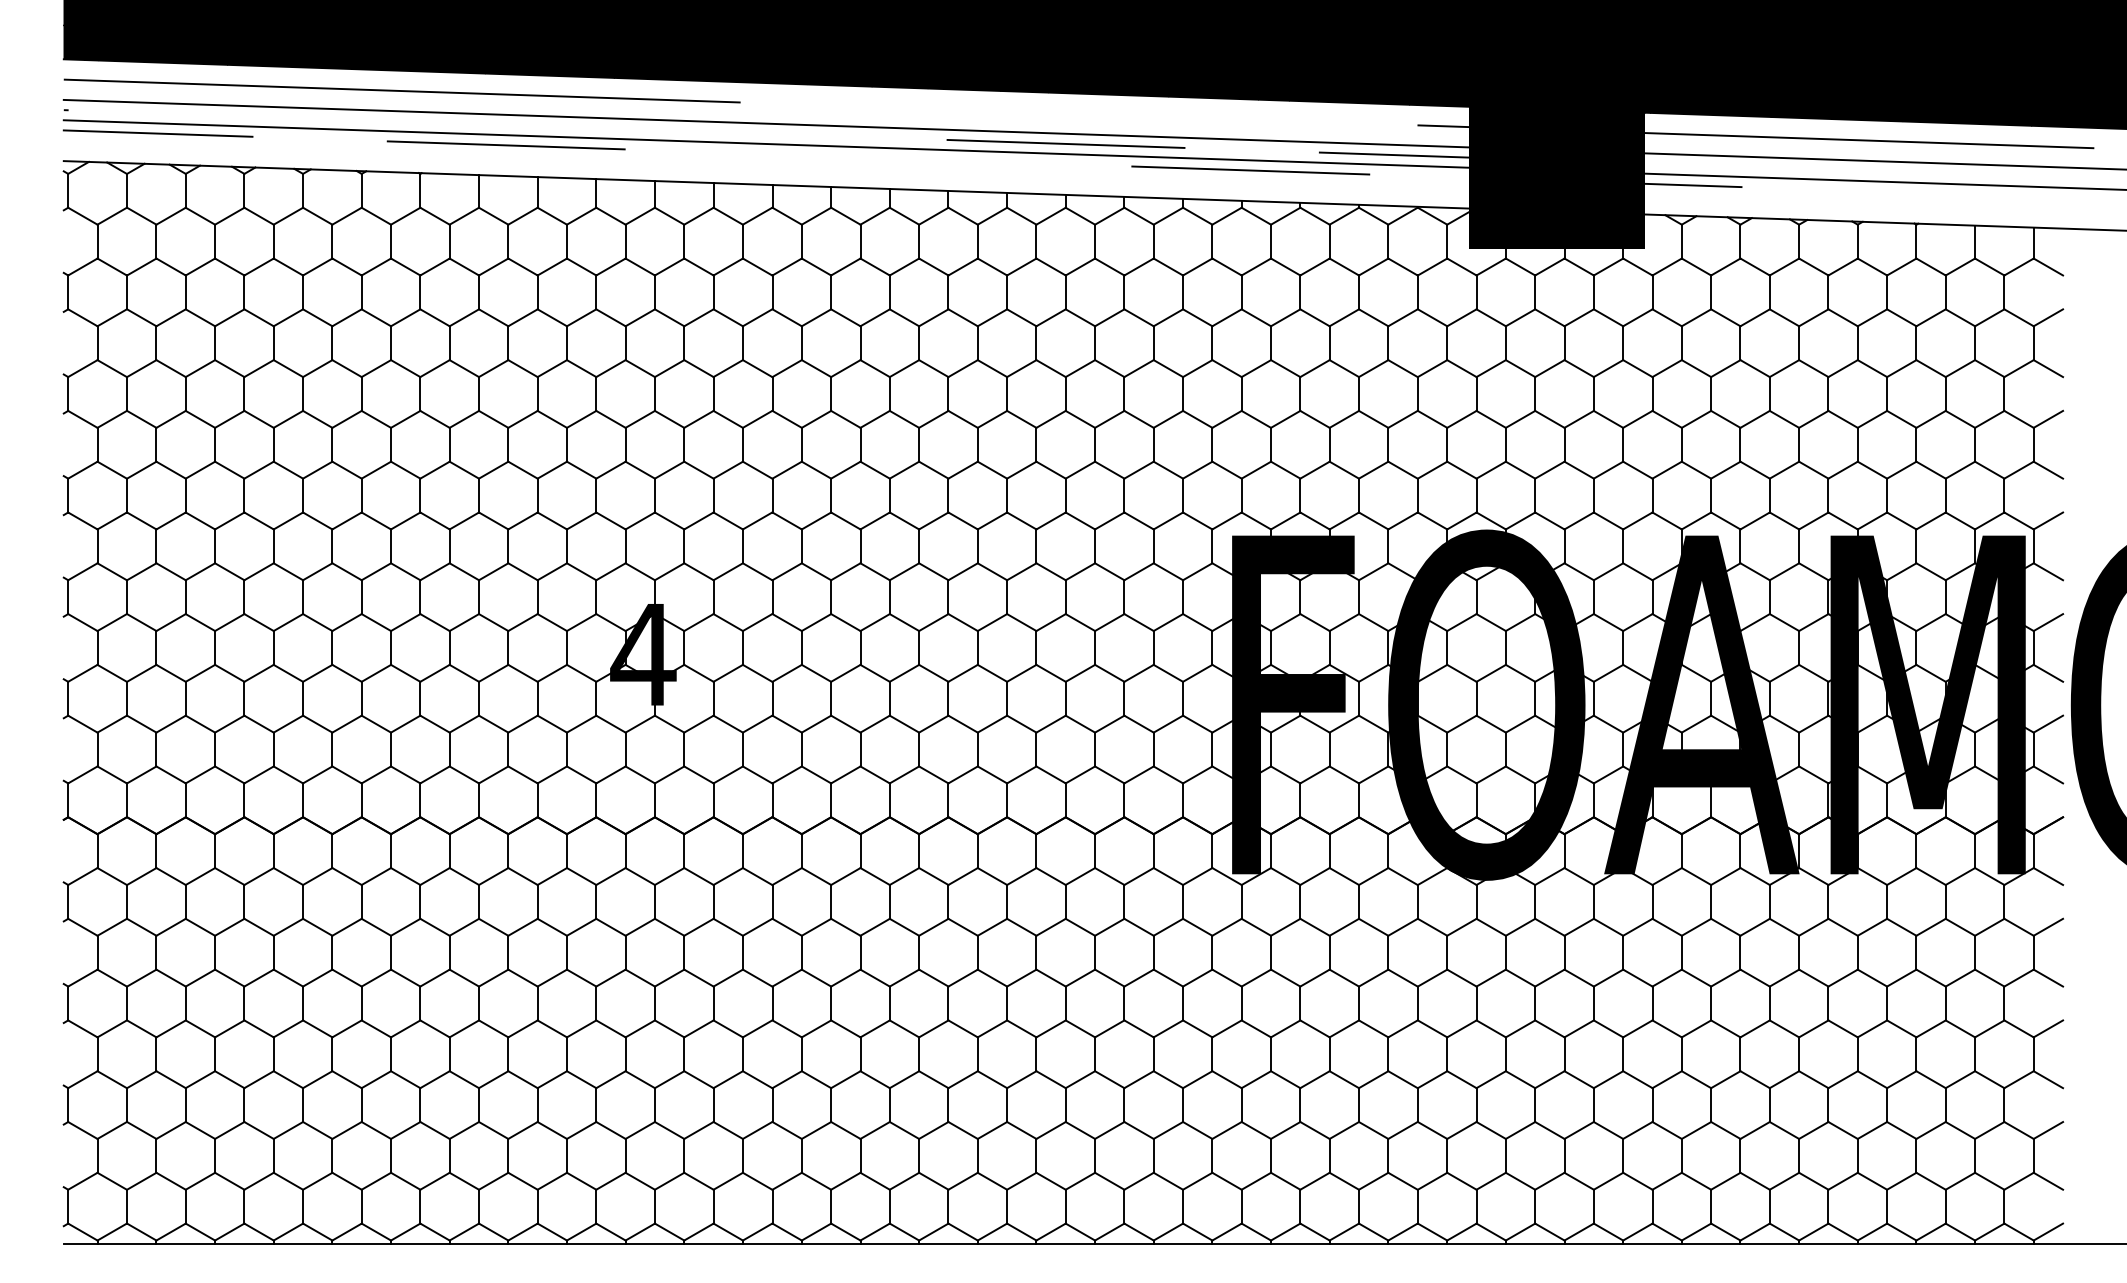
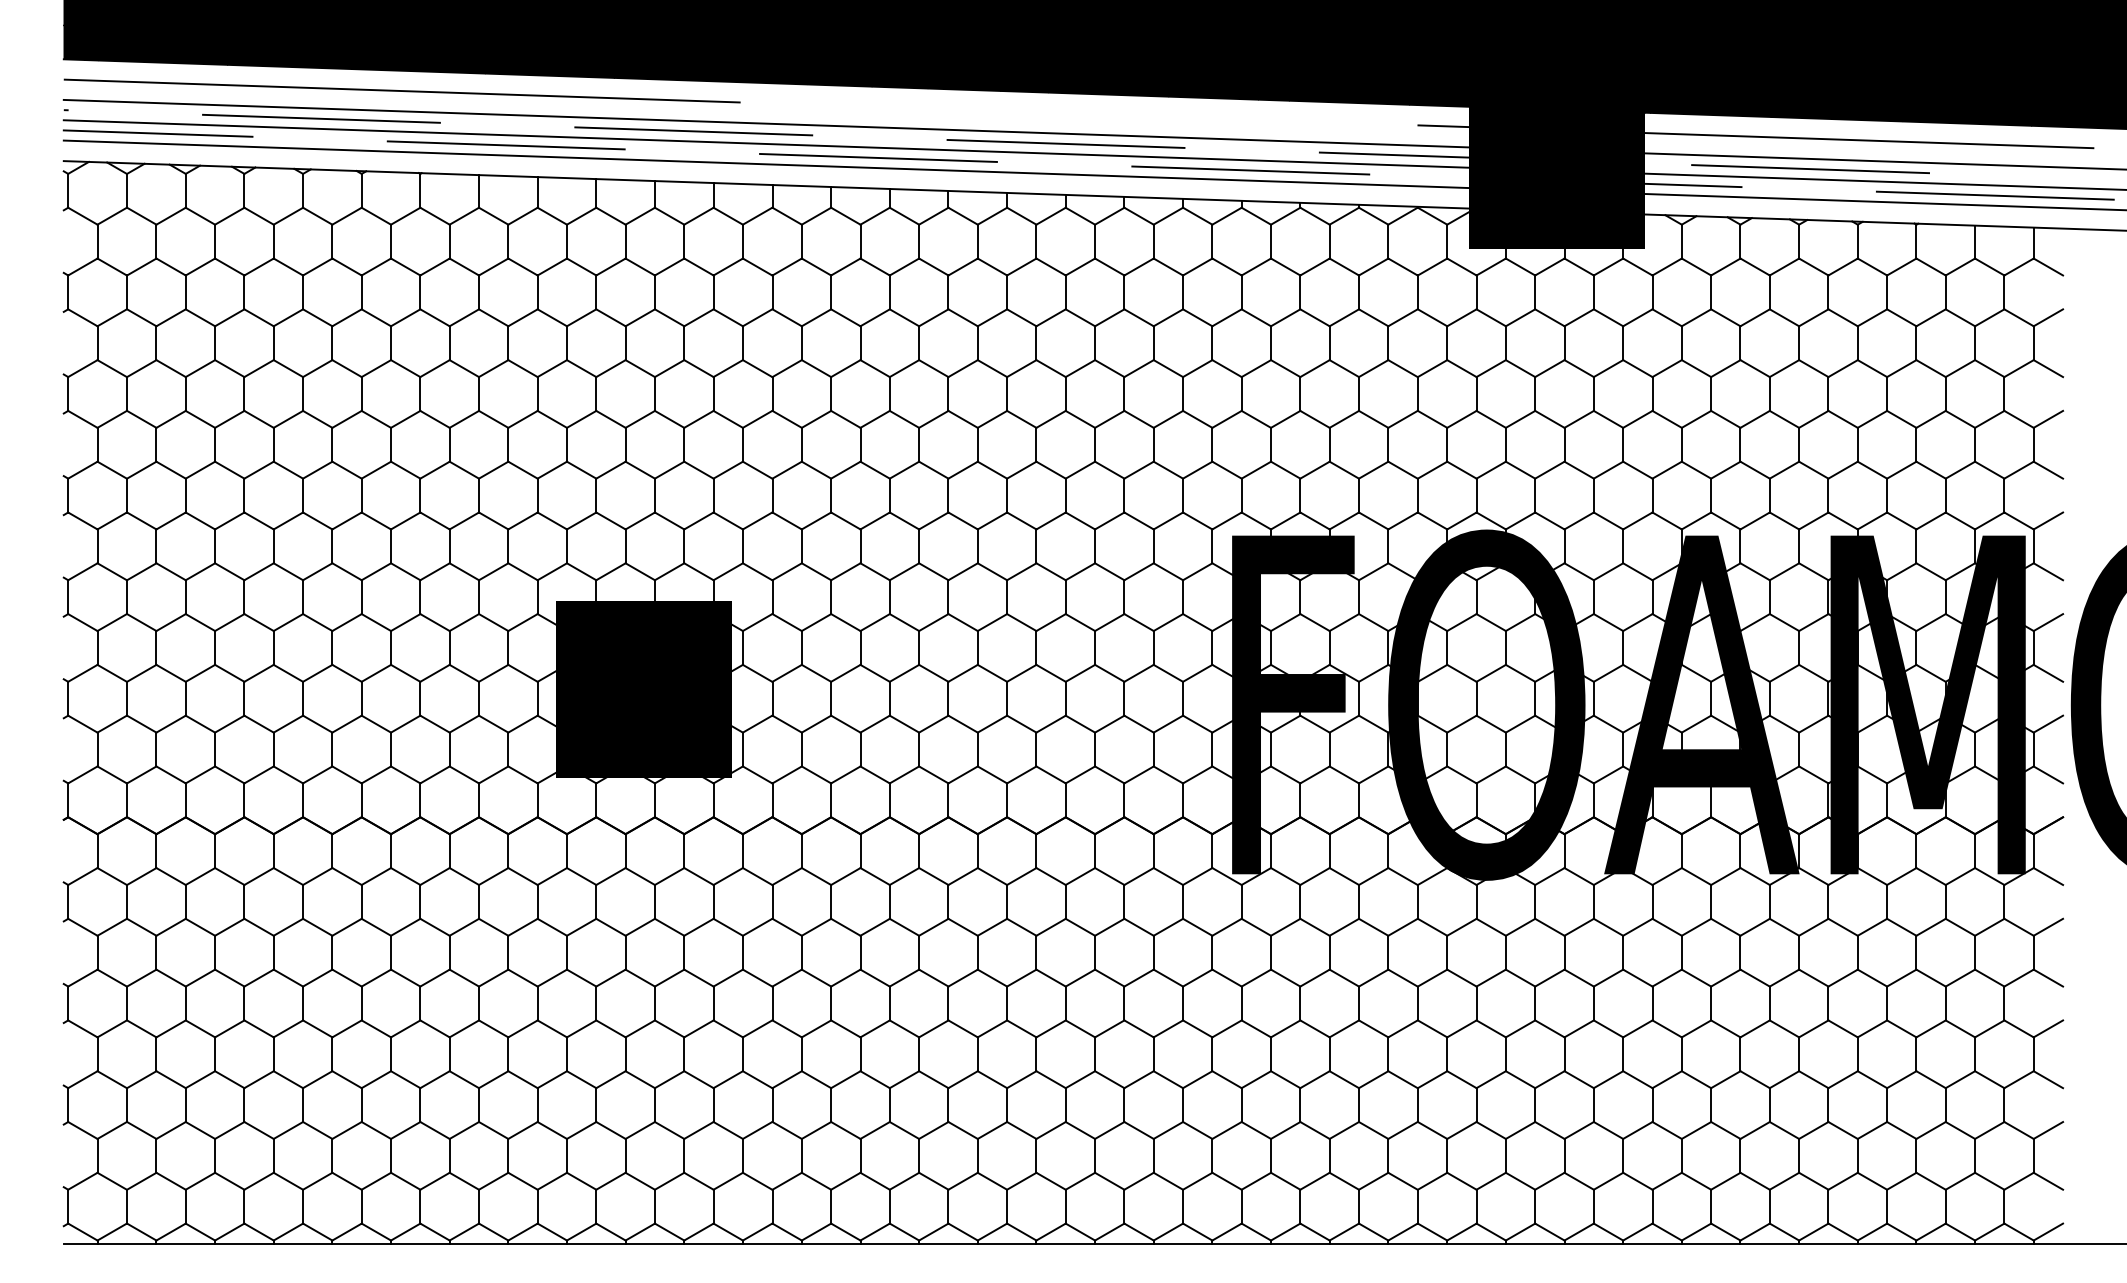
line at (321, 118): none -> present
line at (693, 131): none -> present
line at (878, 157): none -> present
line at (1810, 169): none -> present
line at (1093, 175): none -> present
line at (1994, 195): none -> present
fill at (643, 689): none -> present
